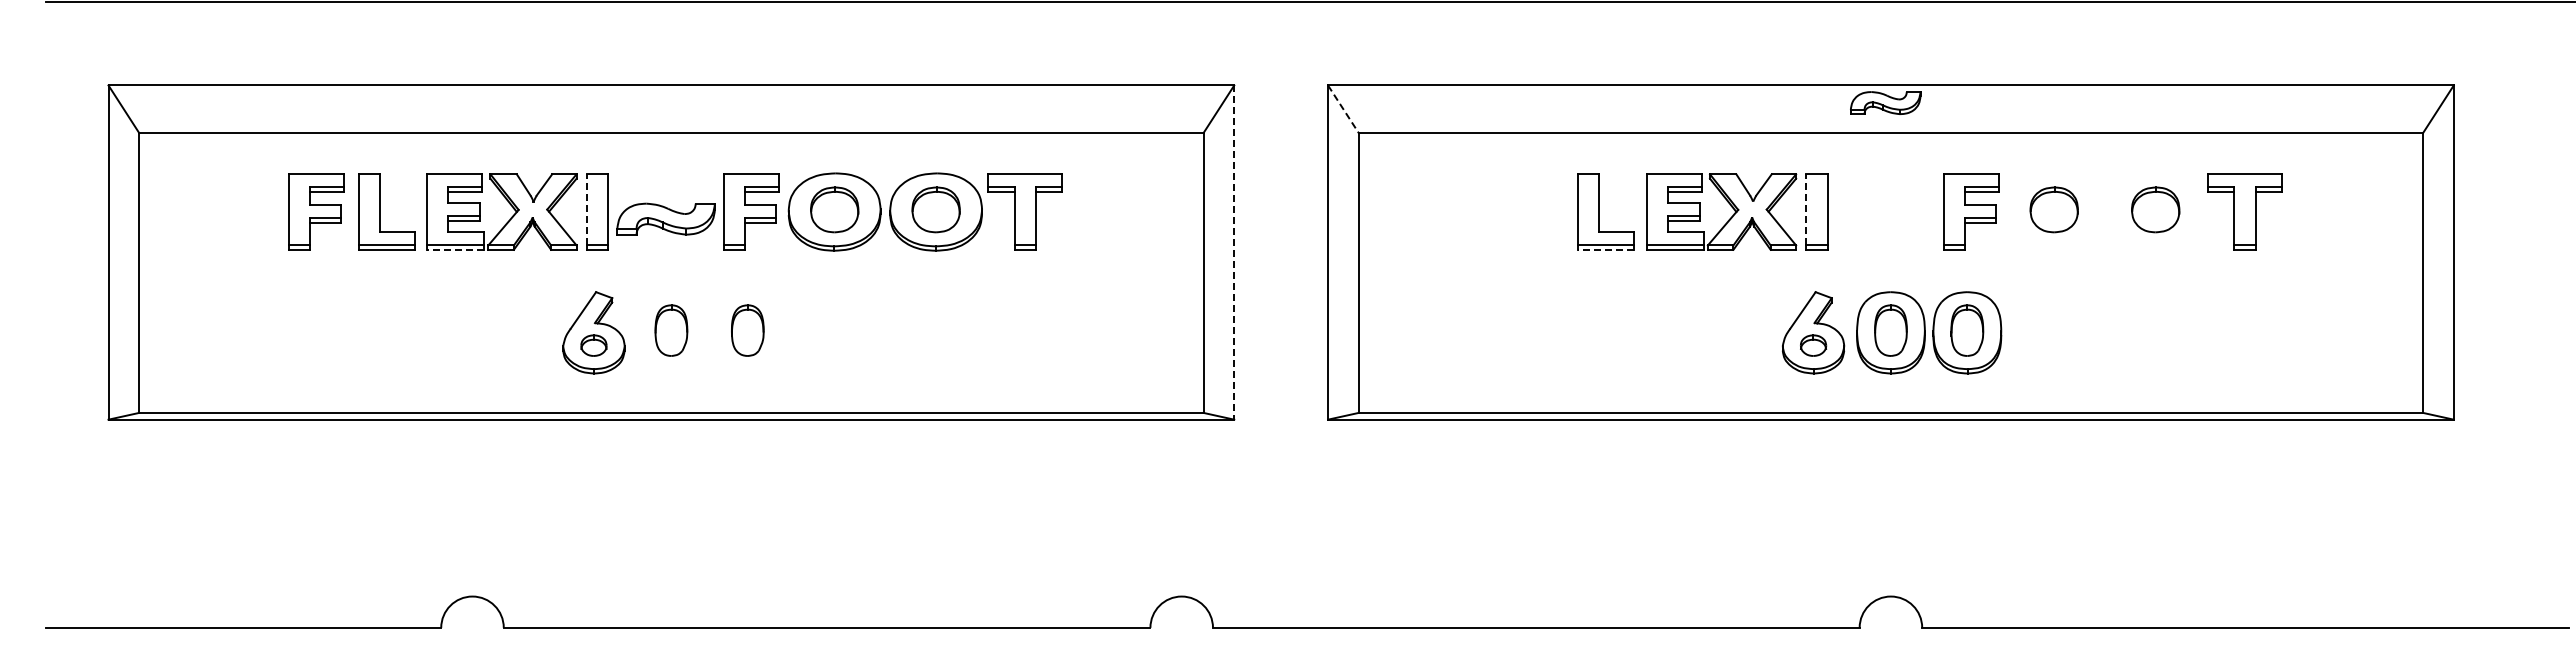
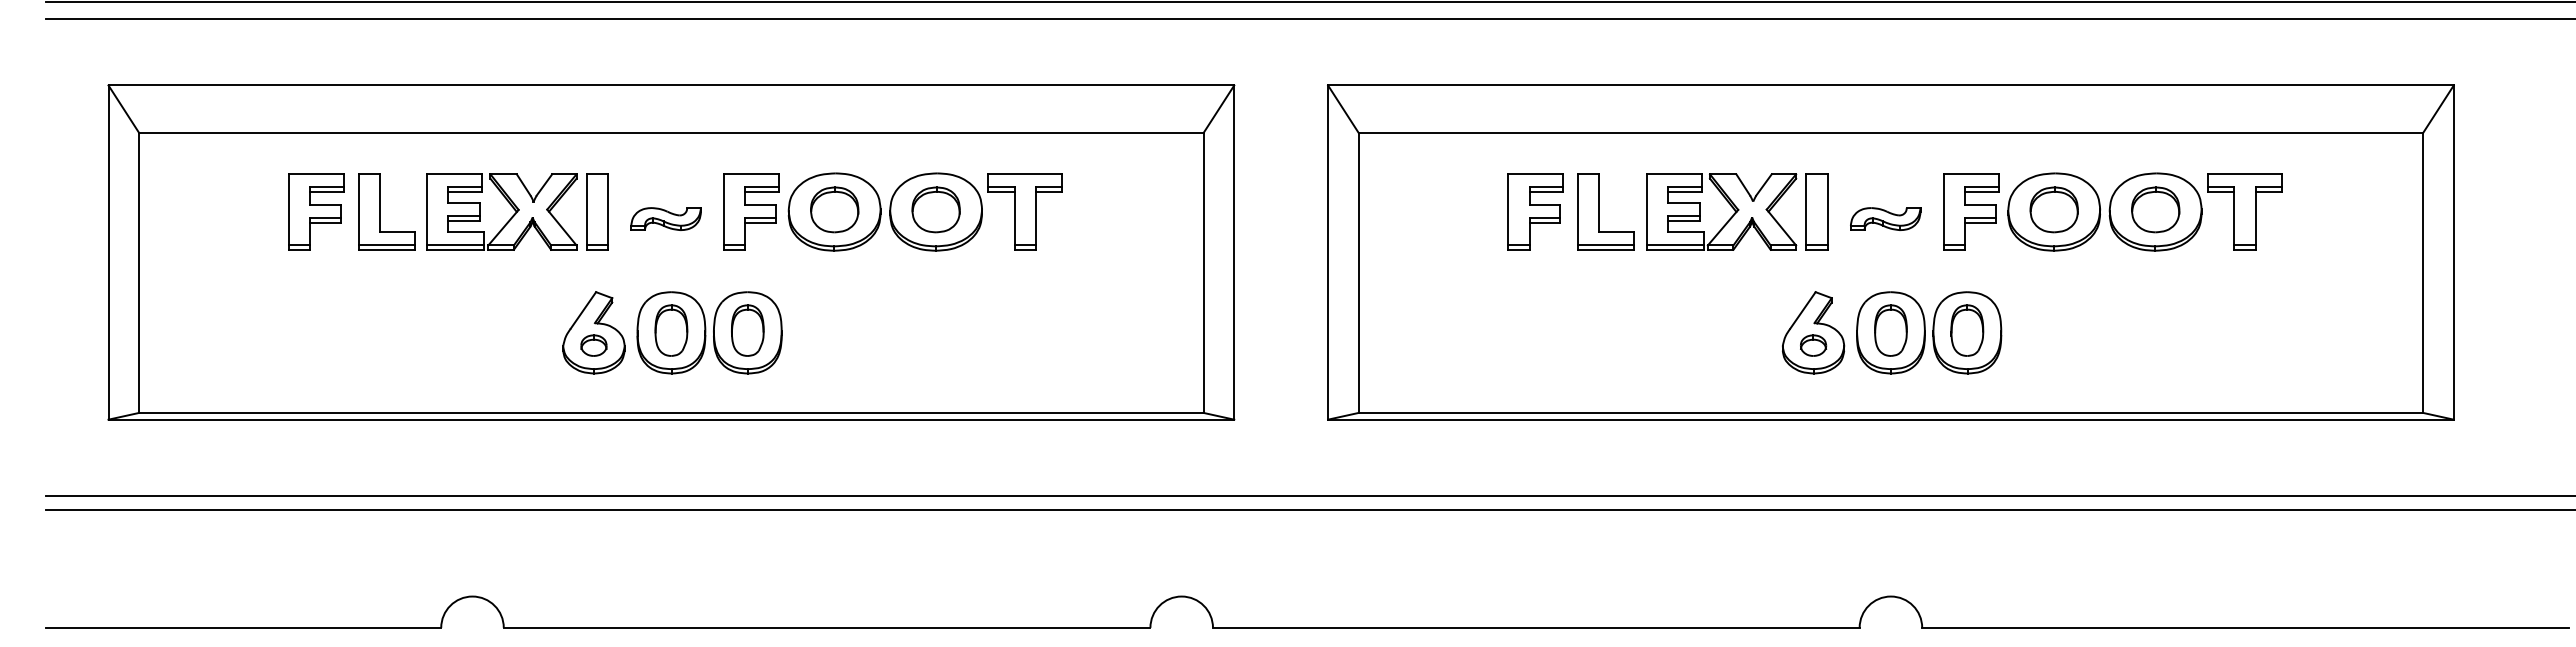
line at (1308, 19): none -> present
part at (1885, 102) position: (1885, 102) -> (1885, 218)
line at (1343, 109): dashed -> solid
line at (586, 209): dashed -> solid
line at (1806, 209): dashed -> solid
part at (1535, 211): none -> present
part at (2104, 211): none -> present
part at (665, 218) size: 100x34 px -> 72x24 px
line at (455, 249): dashed -> solid
line at (1606, 249): dashed -> solid
line at (1234, 253): dashed -> solid
part at (709, 332): none -> present
line at (1308, 495): none -> present
line at (1308, 510): none -> present
